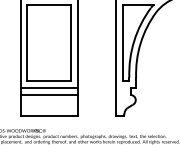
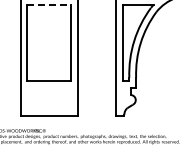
line at (49, 4): solid -> dashed
line at (49, 88): present -> none
line at (49, 95): present -> none
